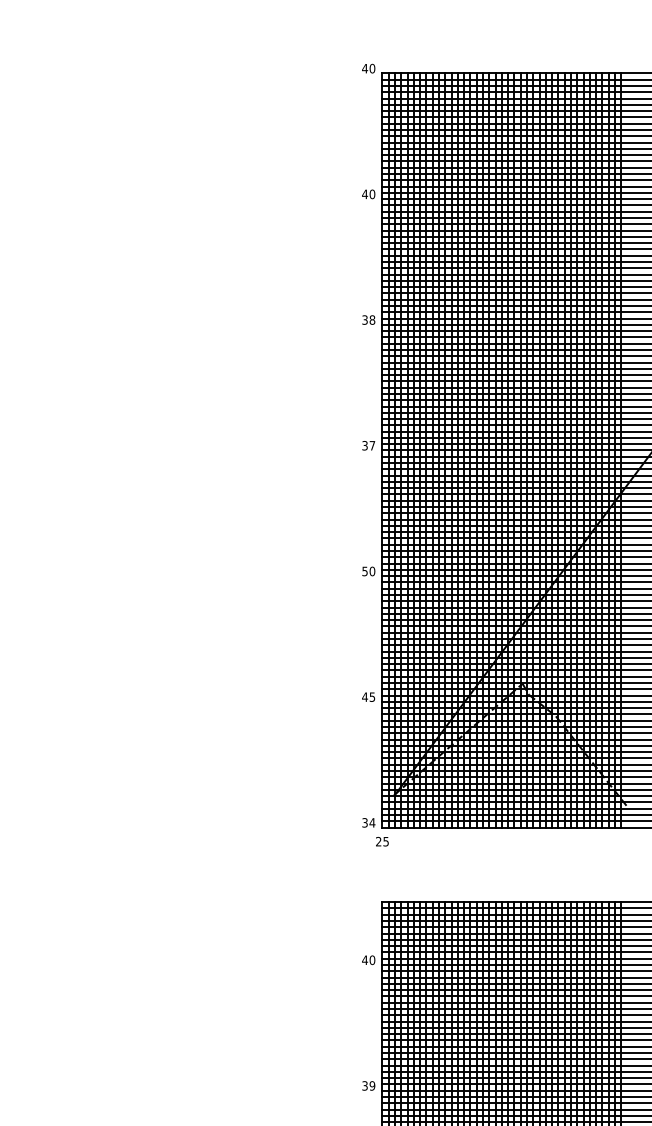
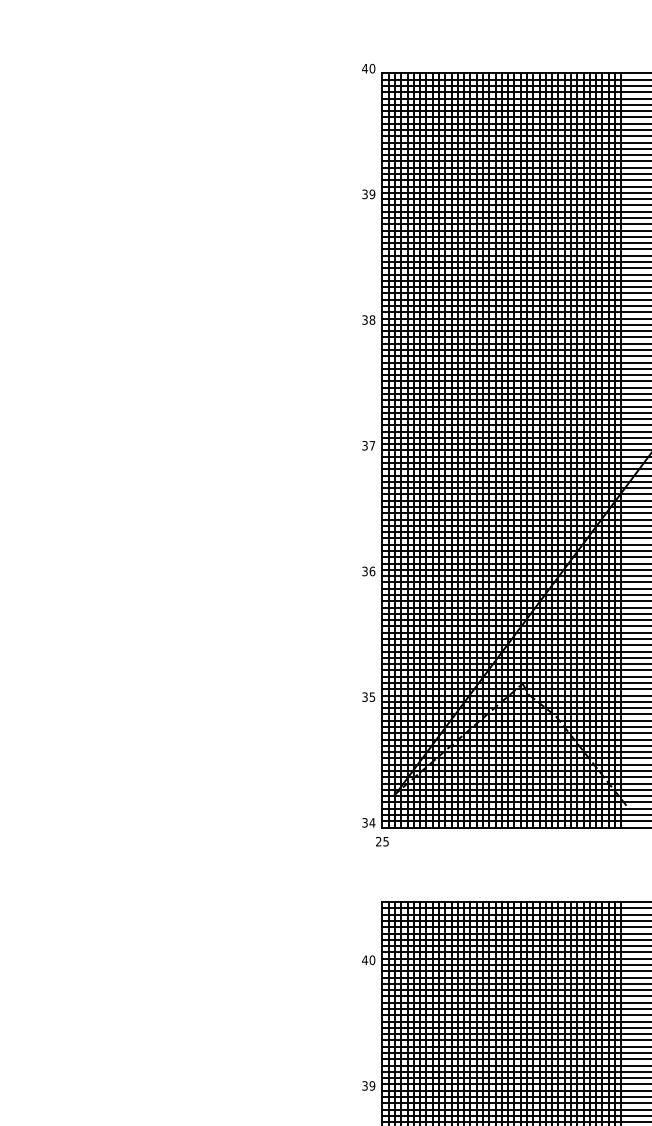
text at (368, 194): 40 -> 39
text at (368, 570): 50 -> 36
text at (365, 696): 45 -> 35
